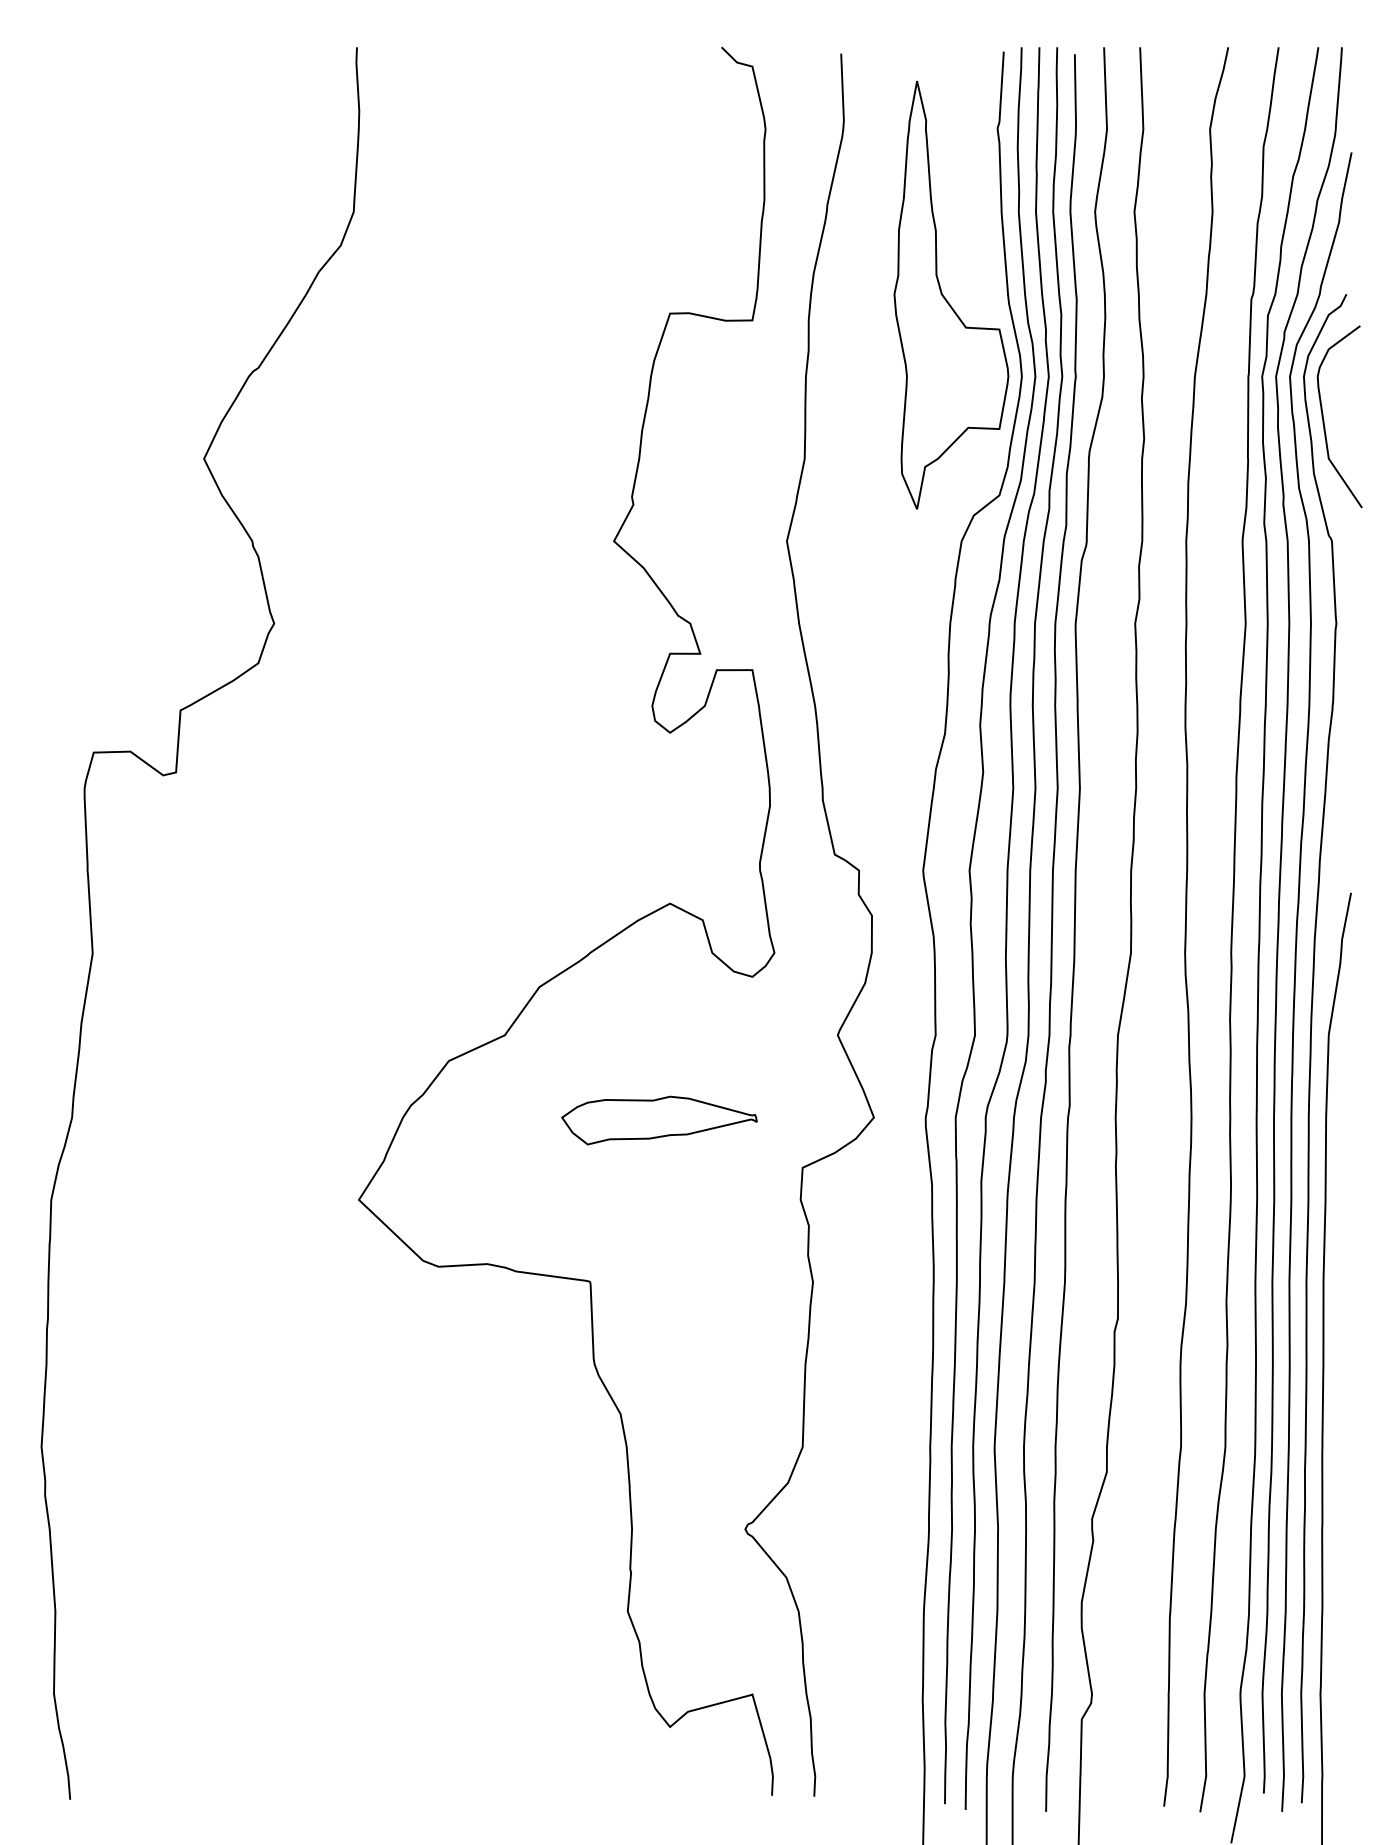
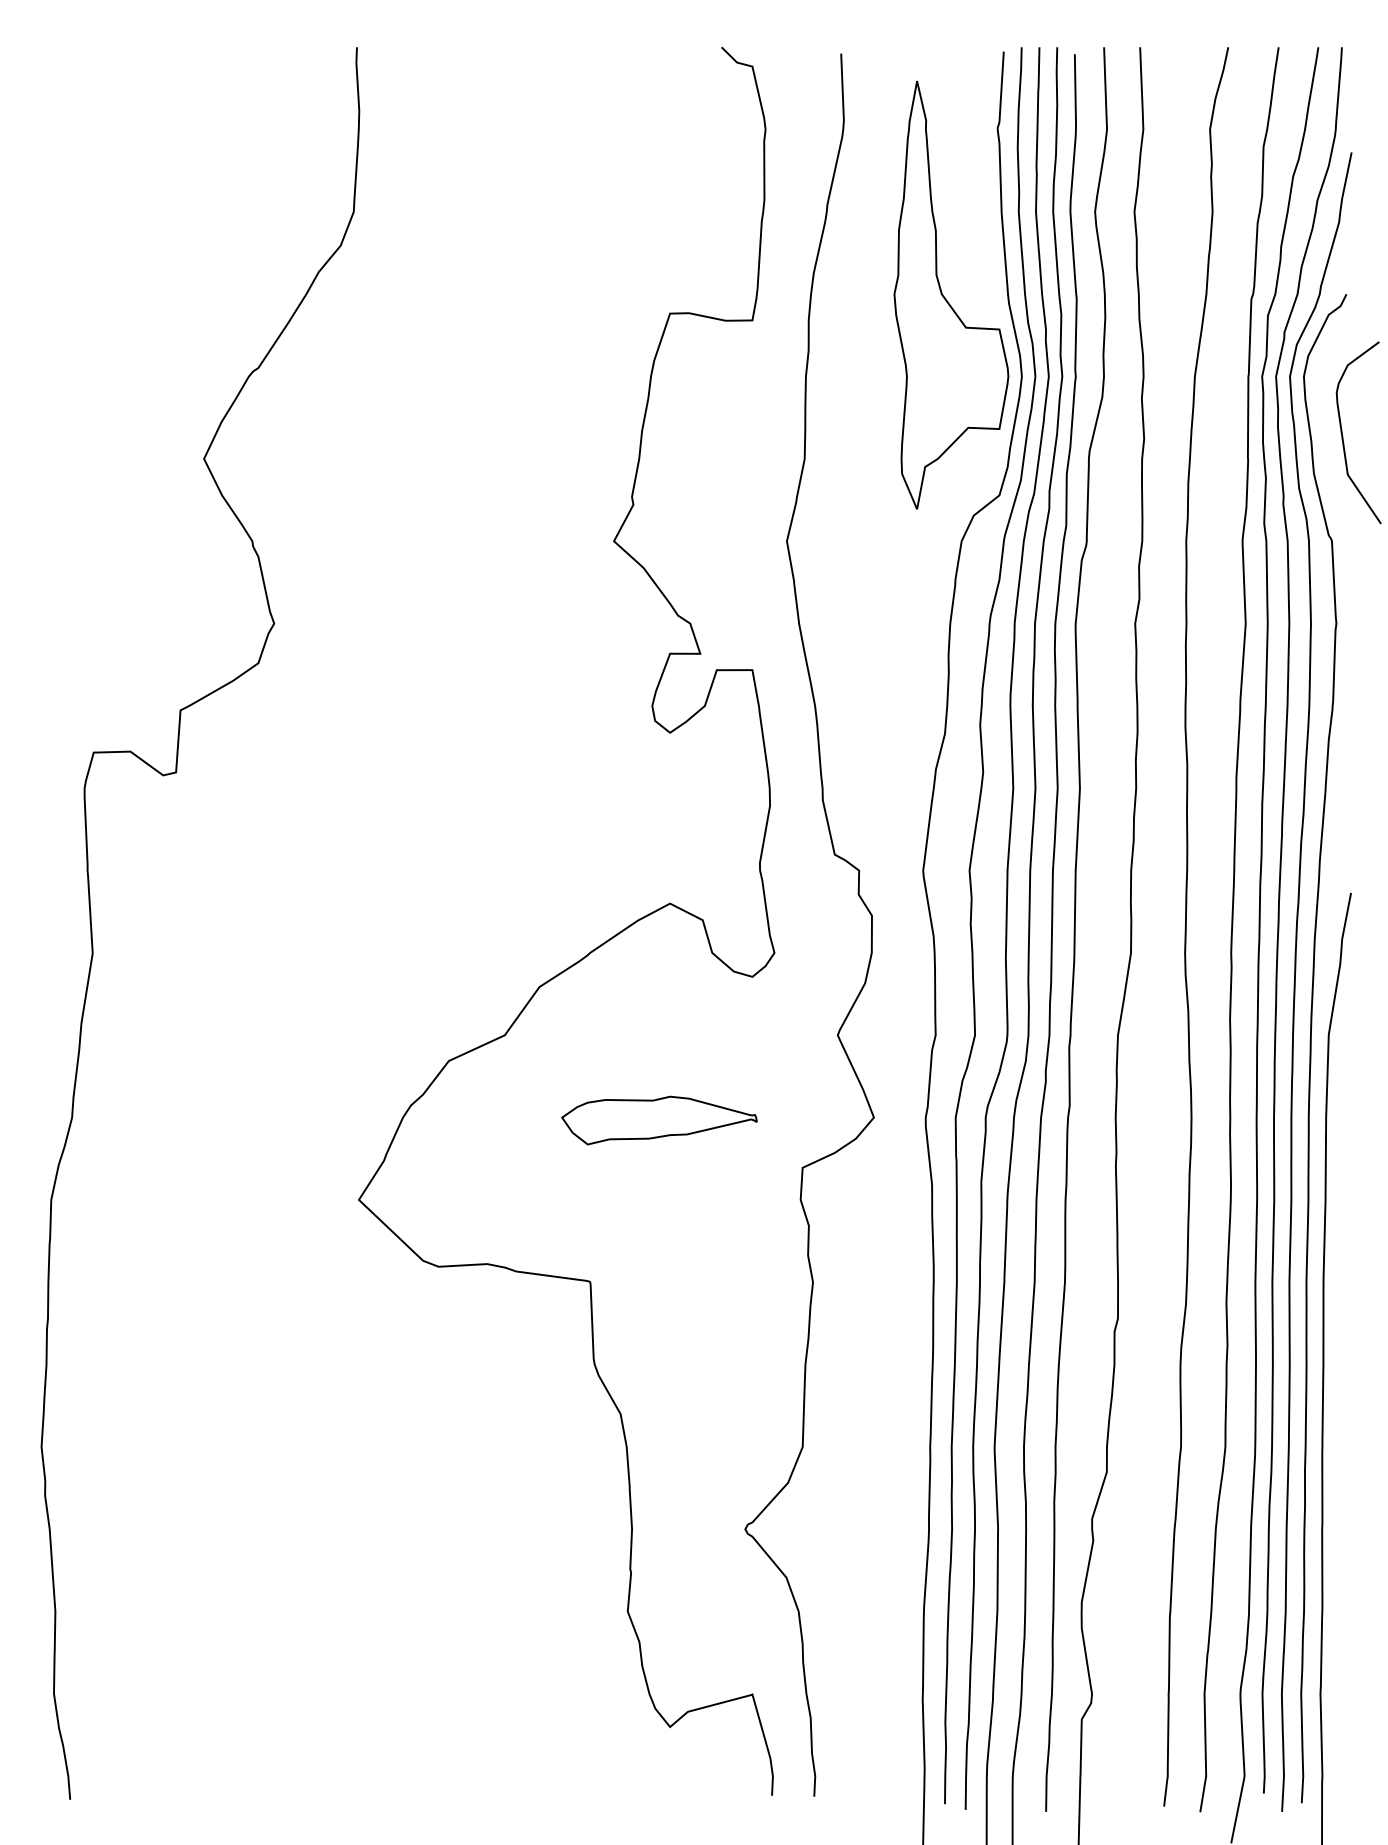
curve at (1324, 420) position: (1324, 420) -> (1343, 436)
